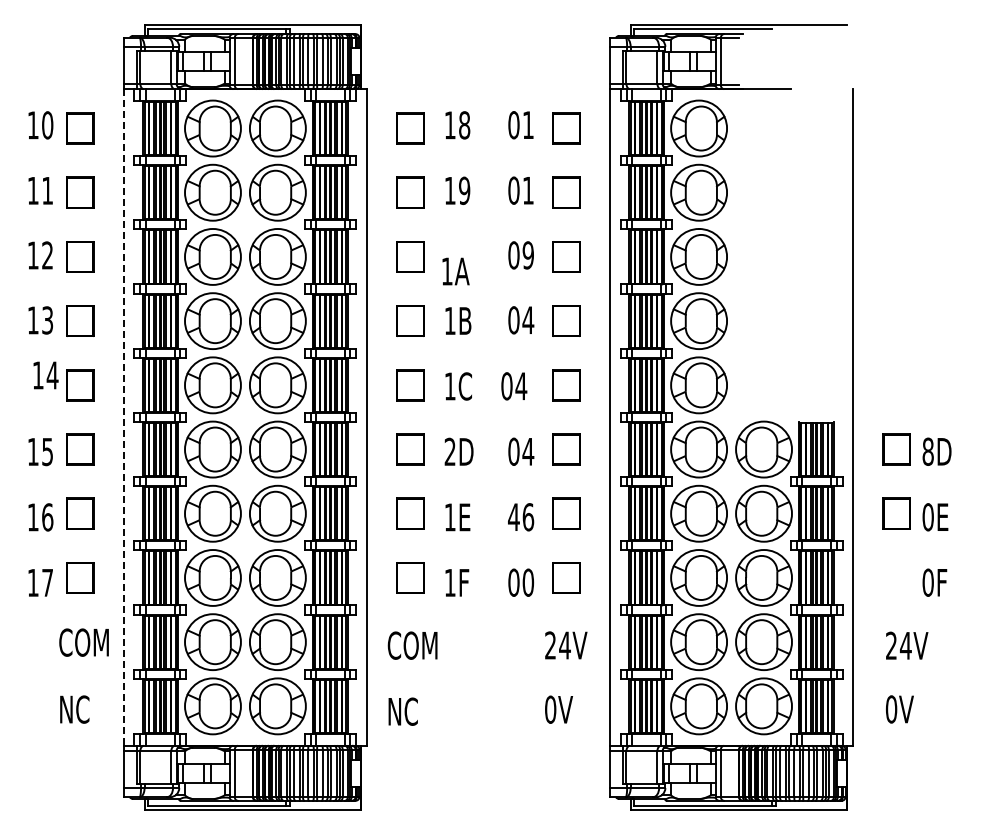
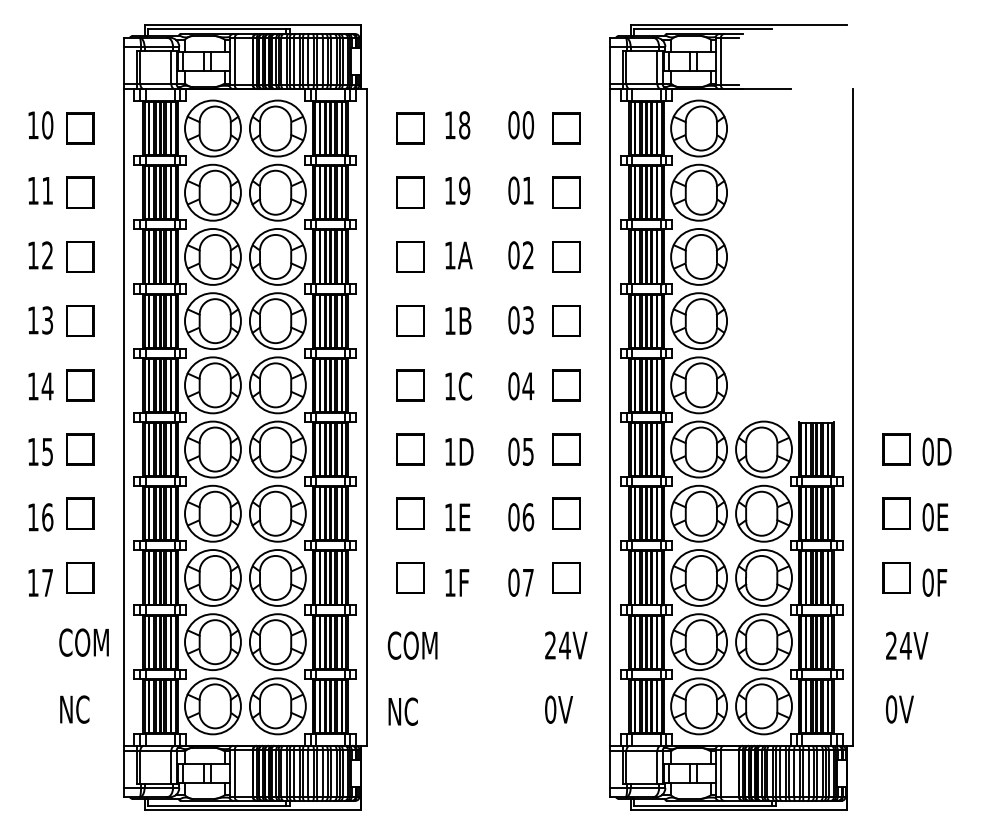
text at (528, 125): 01 -> 00
text at (527, 255): 09 -> 02
text at (455, 271) position: (455, 271) -> (458, 255)
text at (528, 320): 04 -> 03
text at (45, 375) position: (45, 375) -> (40, 386)
text at (514, 386) position: (514, 386) -> (521, 386)
line at (123, 417): dashed -> solid
text at (449, 451): 2D -> 1D
text at (528, 451): 04 -> 05
text at (927, 451): 8D -> 0D
text at (513, 517): 46 -> 06
part at (896, 577): none -> present
text at (528, 582): 00 -> 07
